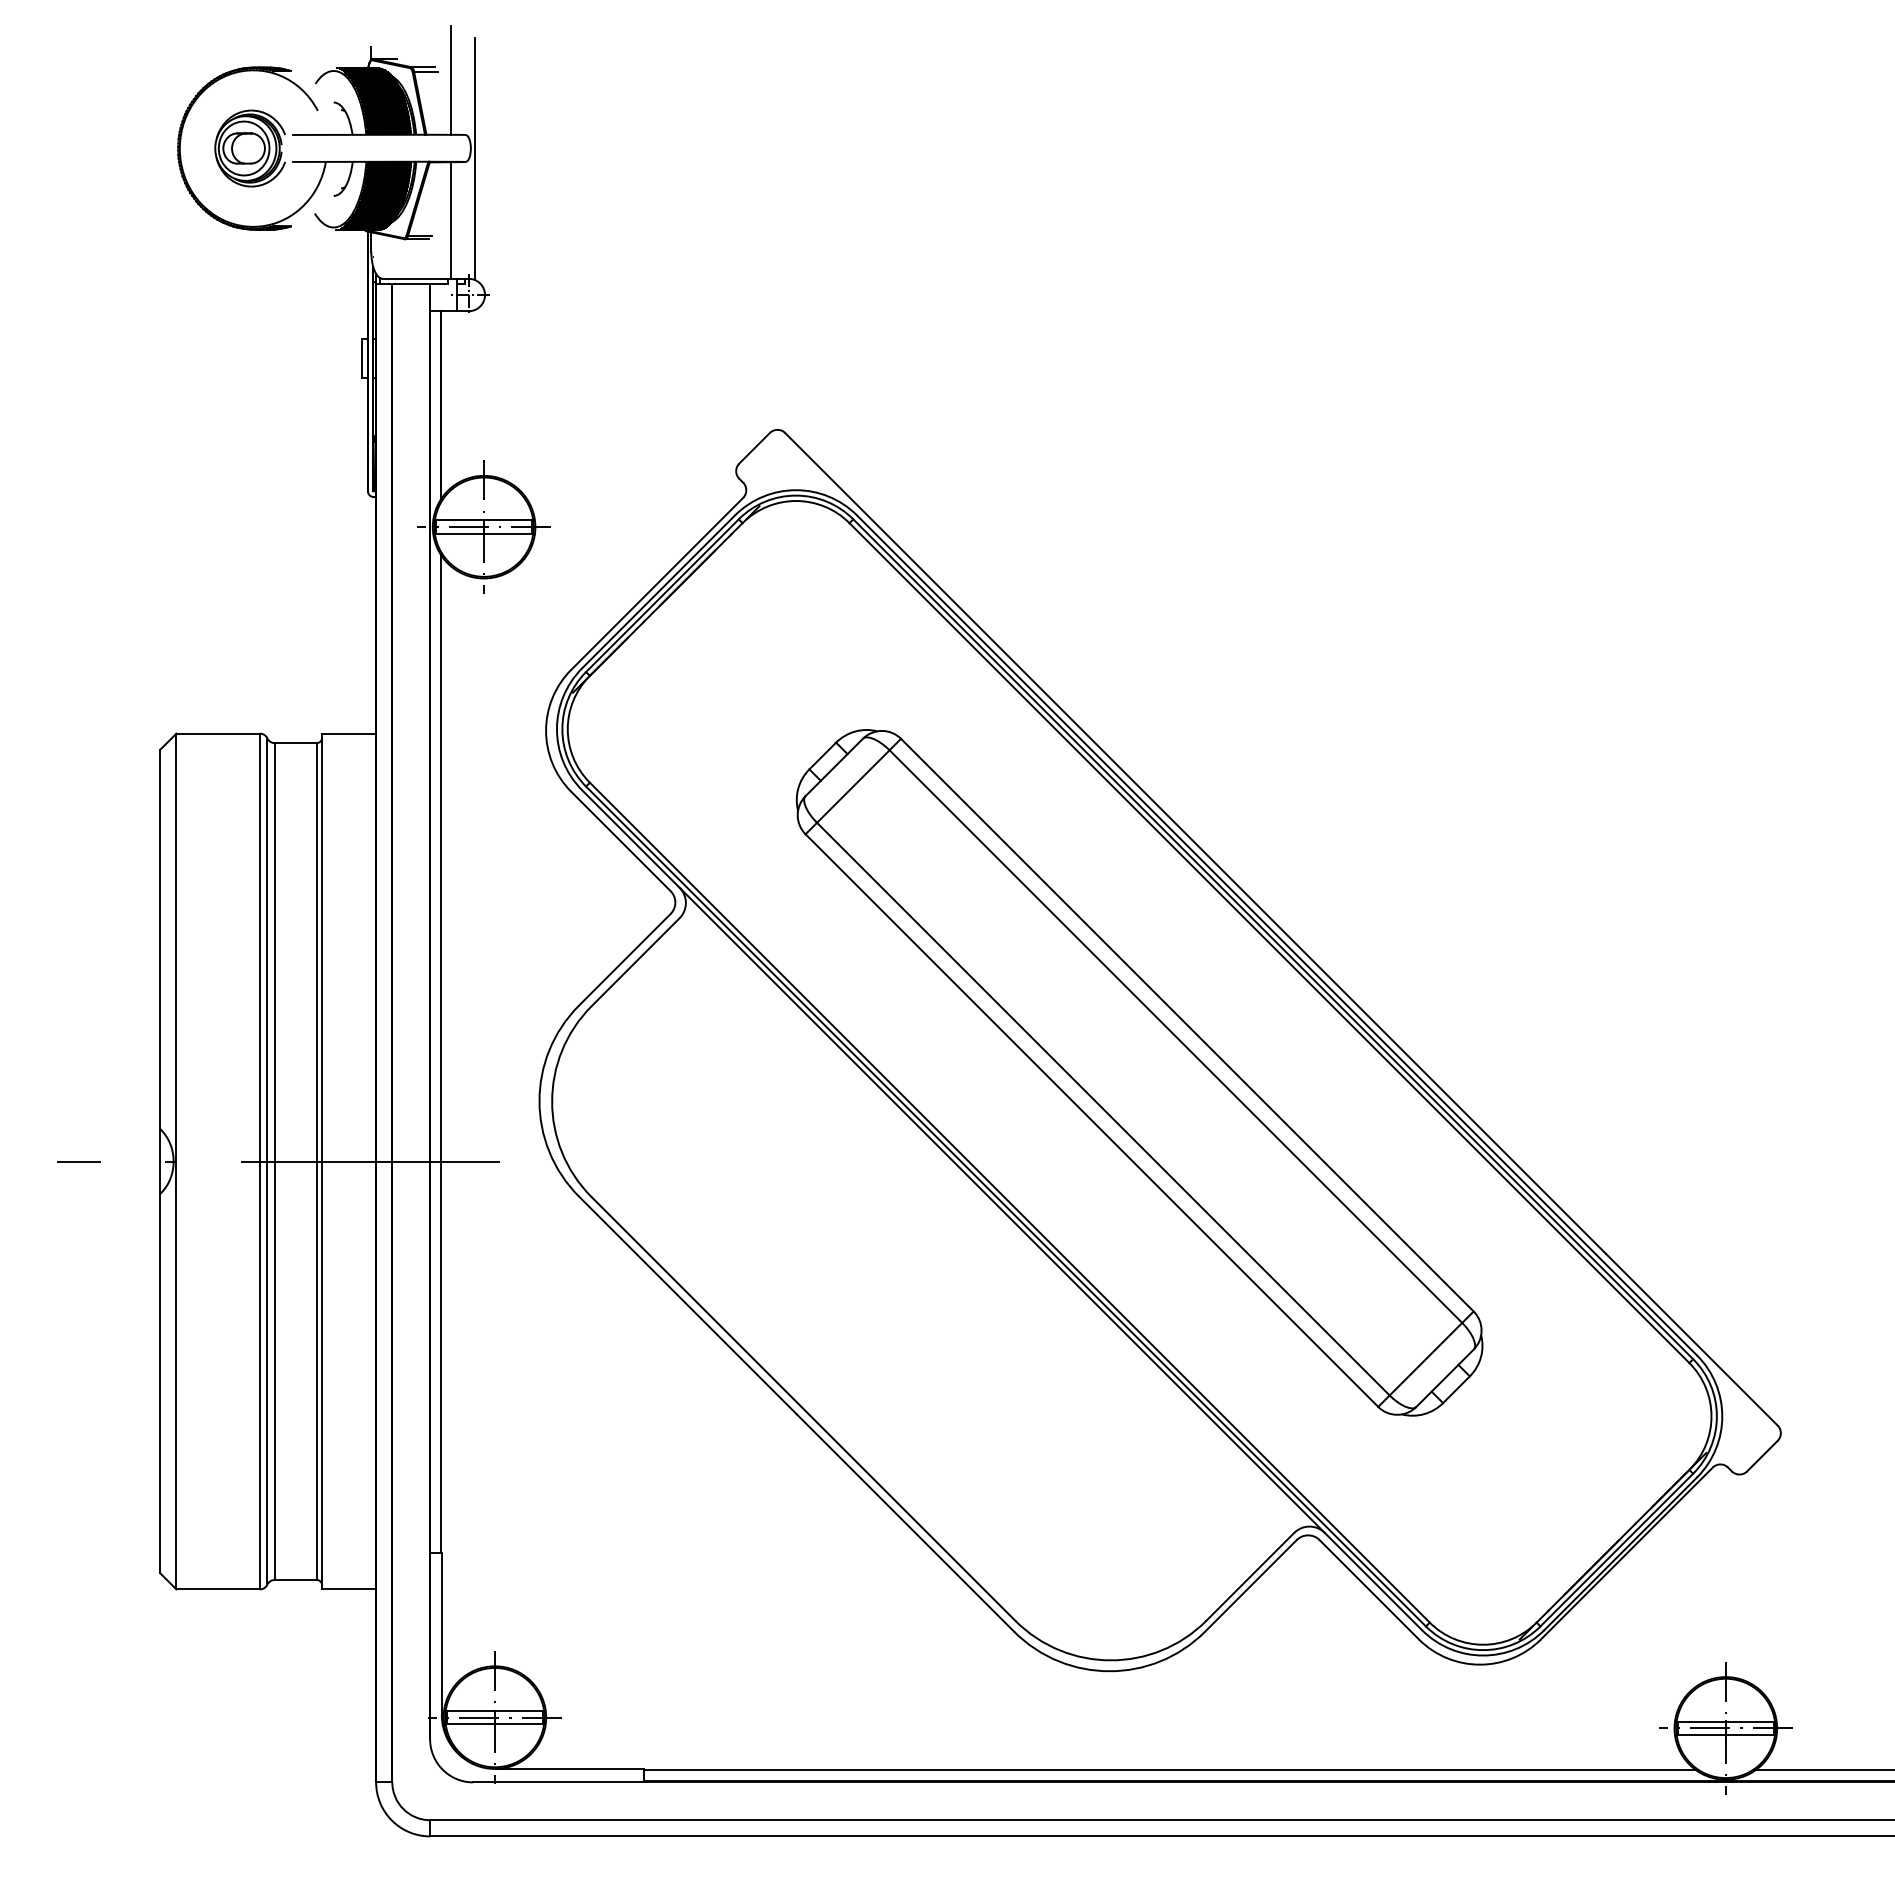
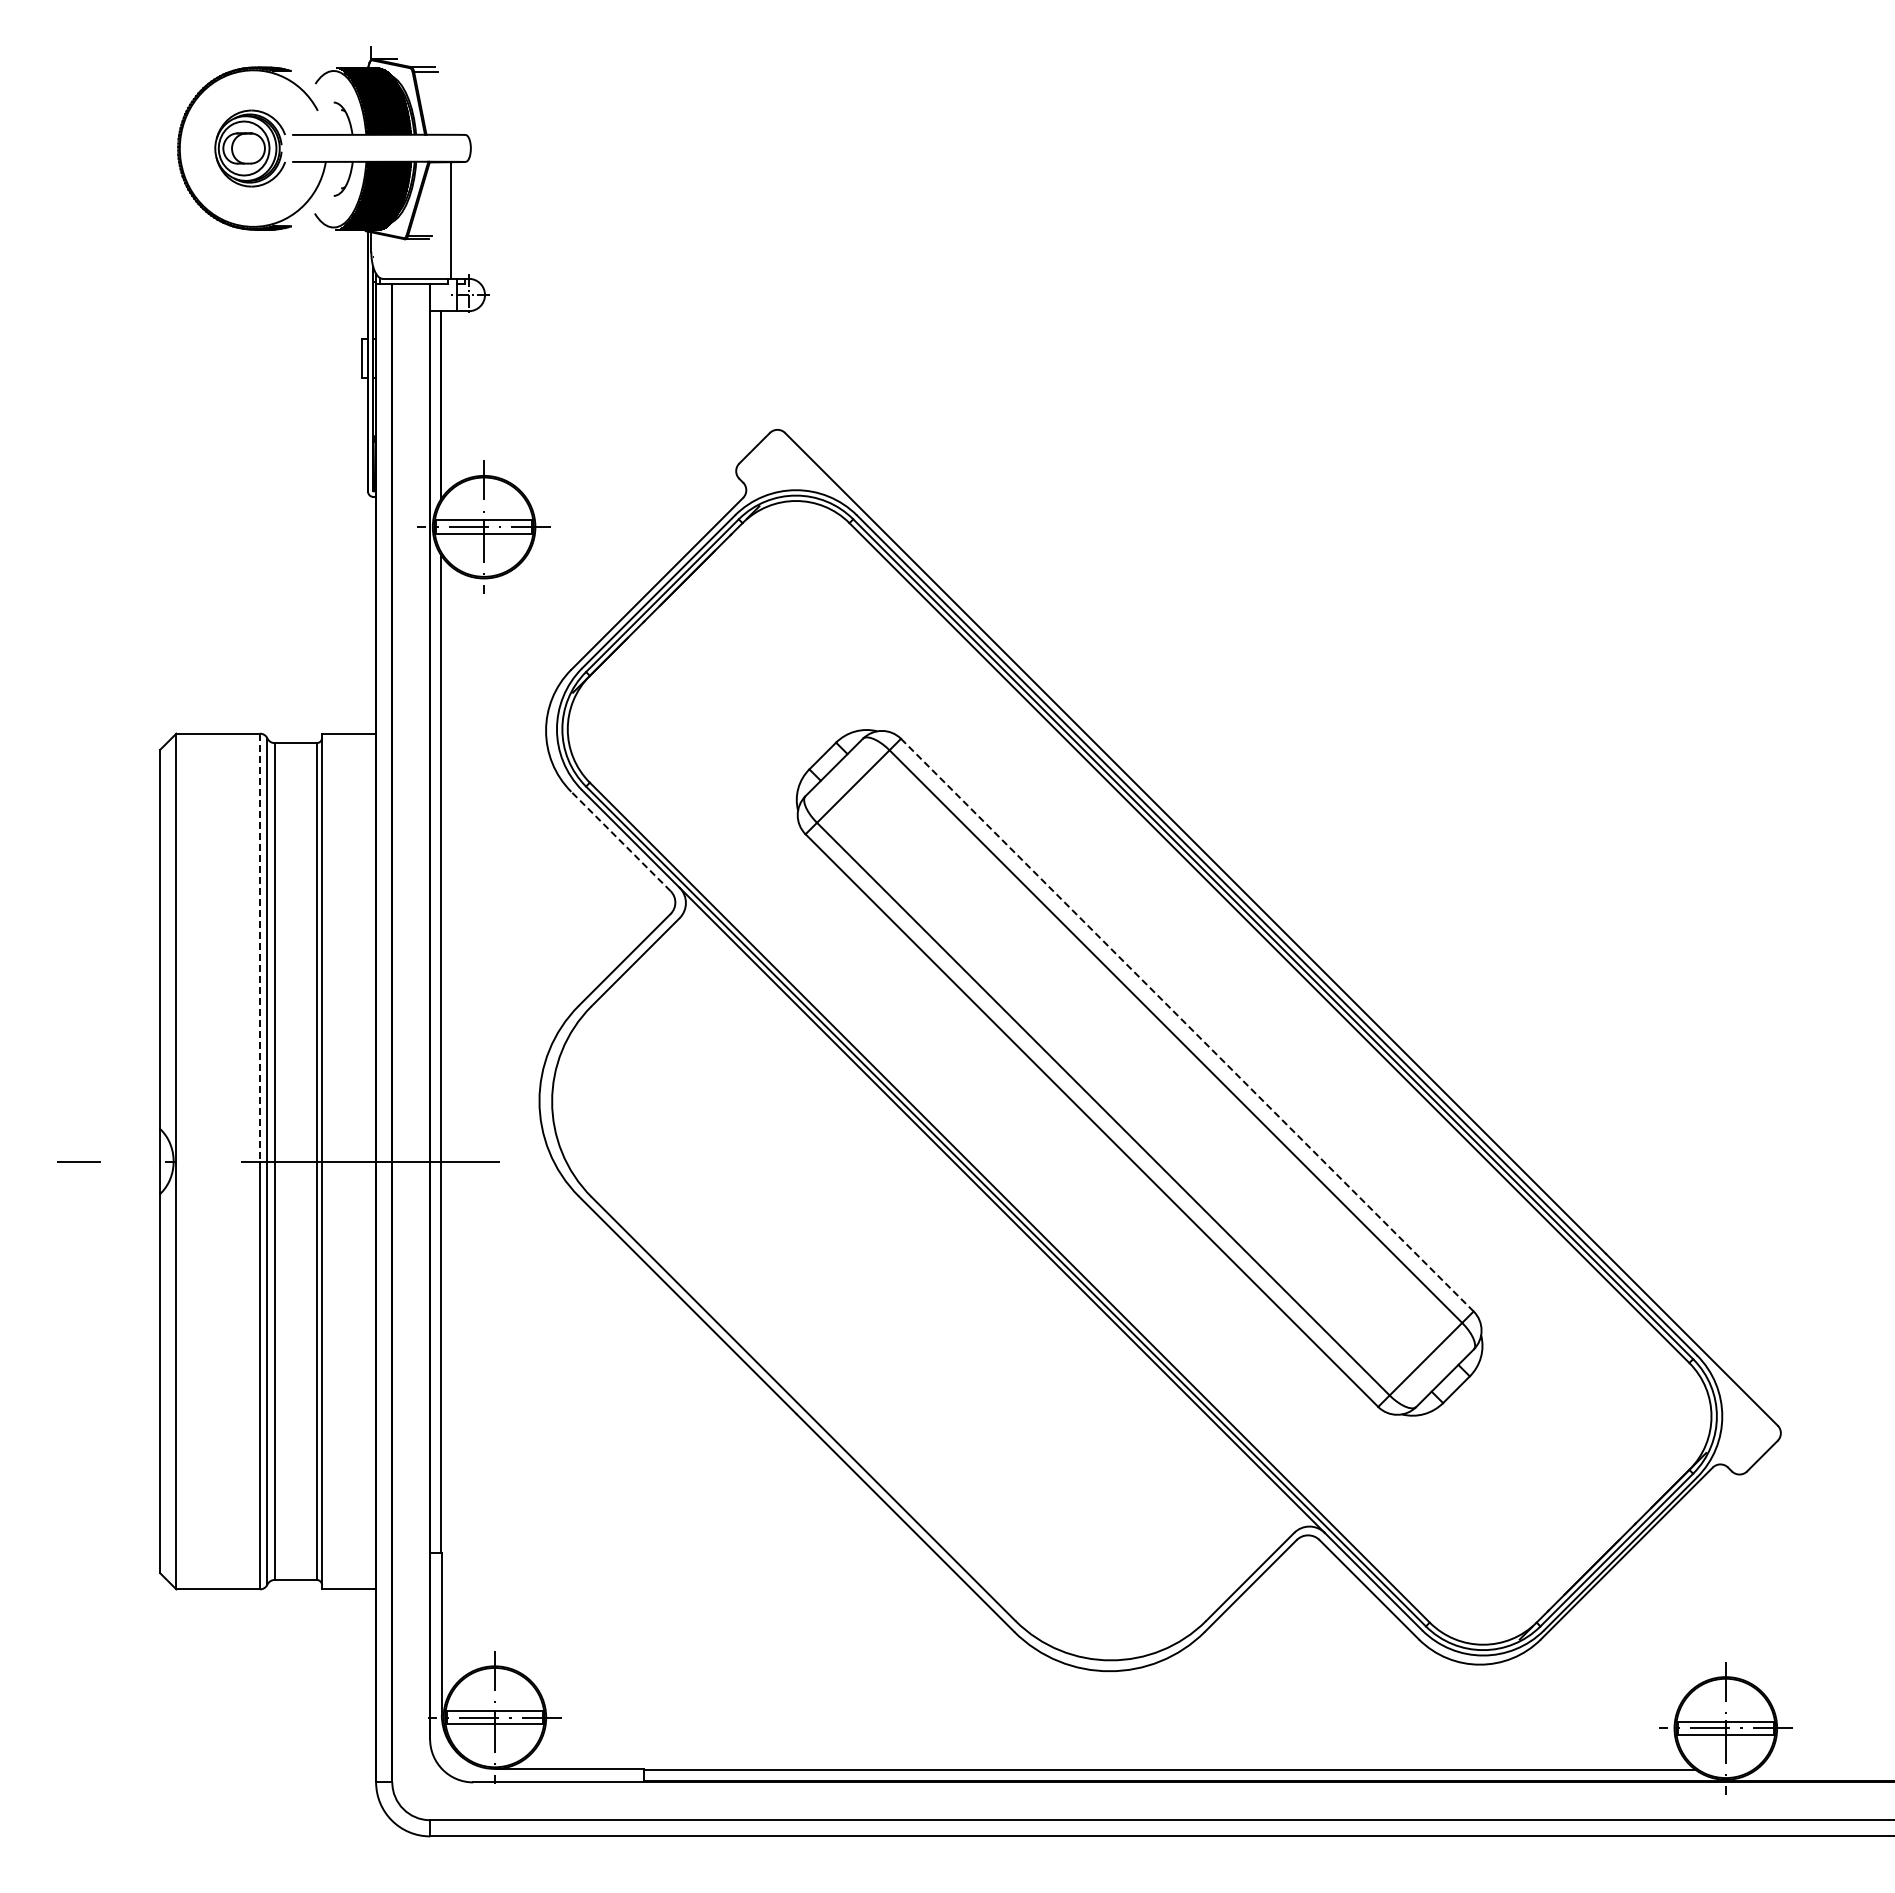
line at (450, 80): present -> none
line at (475, 158): present -> none
line at (620, 841): solid -> dashed
line at (260, 947): solid -> dashed
line at (1187, 1025): solid -> dashed
line at (1823, 1769): present -> none
